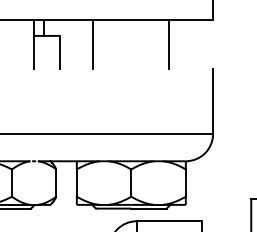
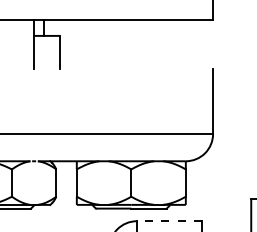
line at (93, 43): present -> none
line at (169, 43): present -> none
line at (169, 221): solid -> dashed
